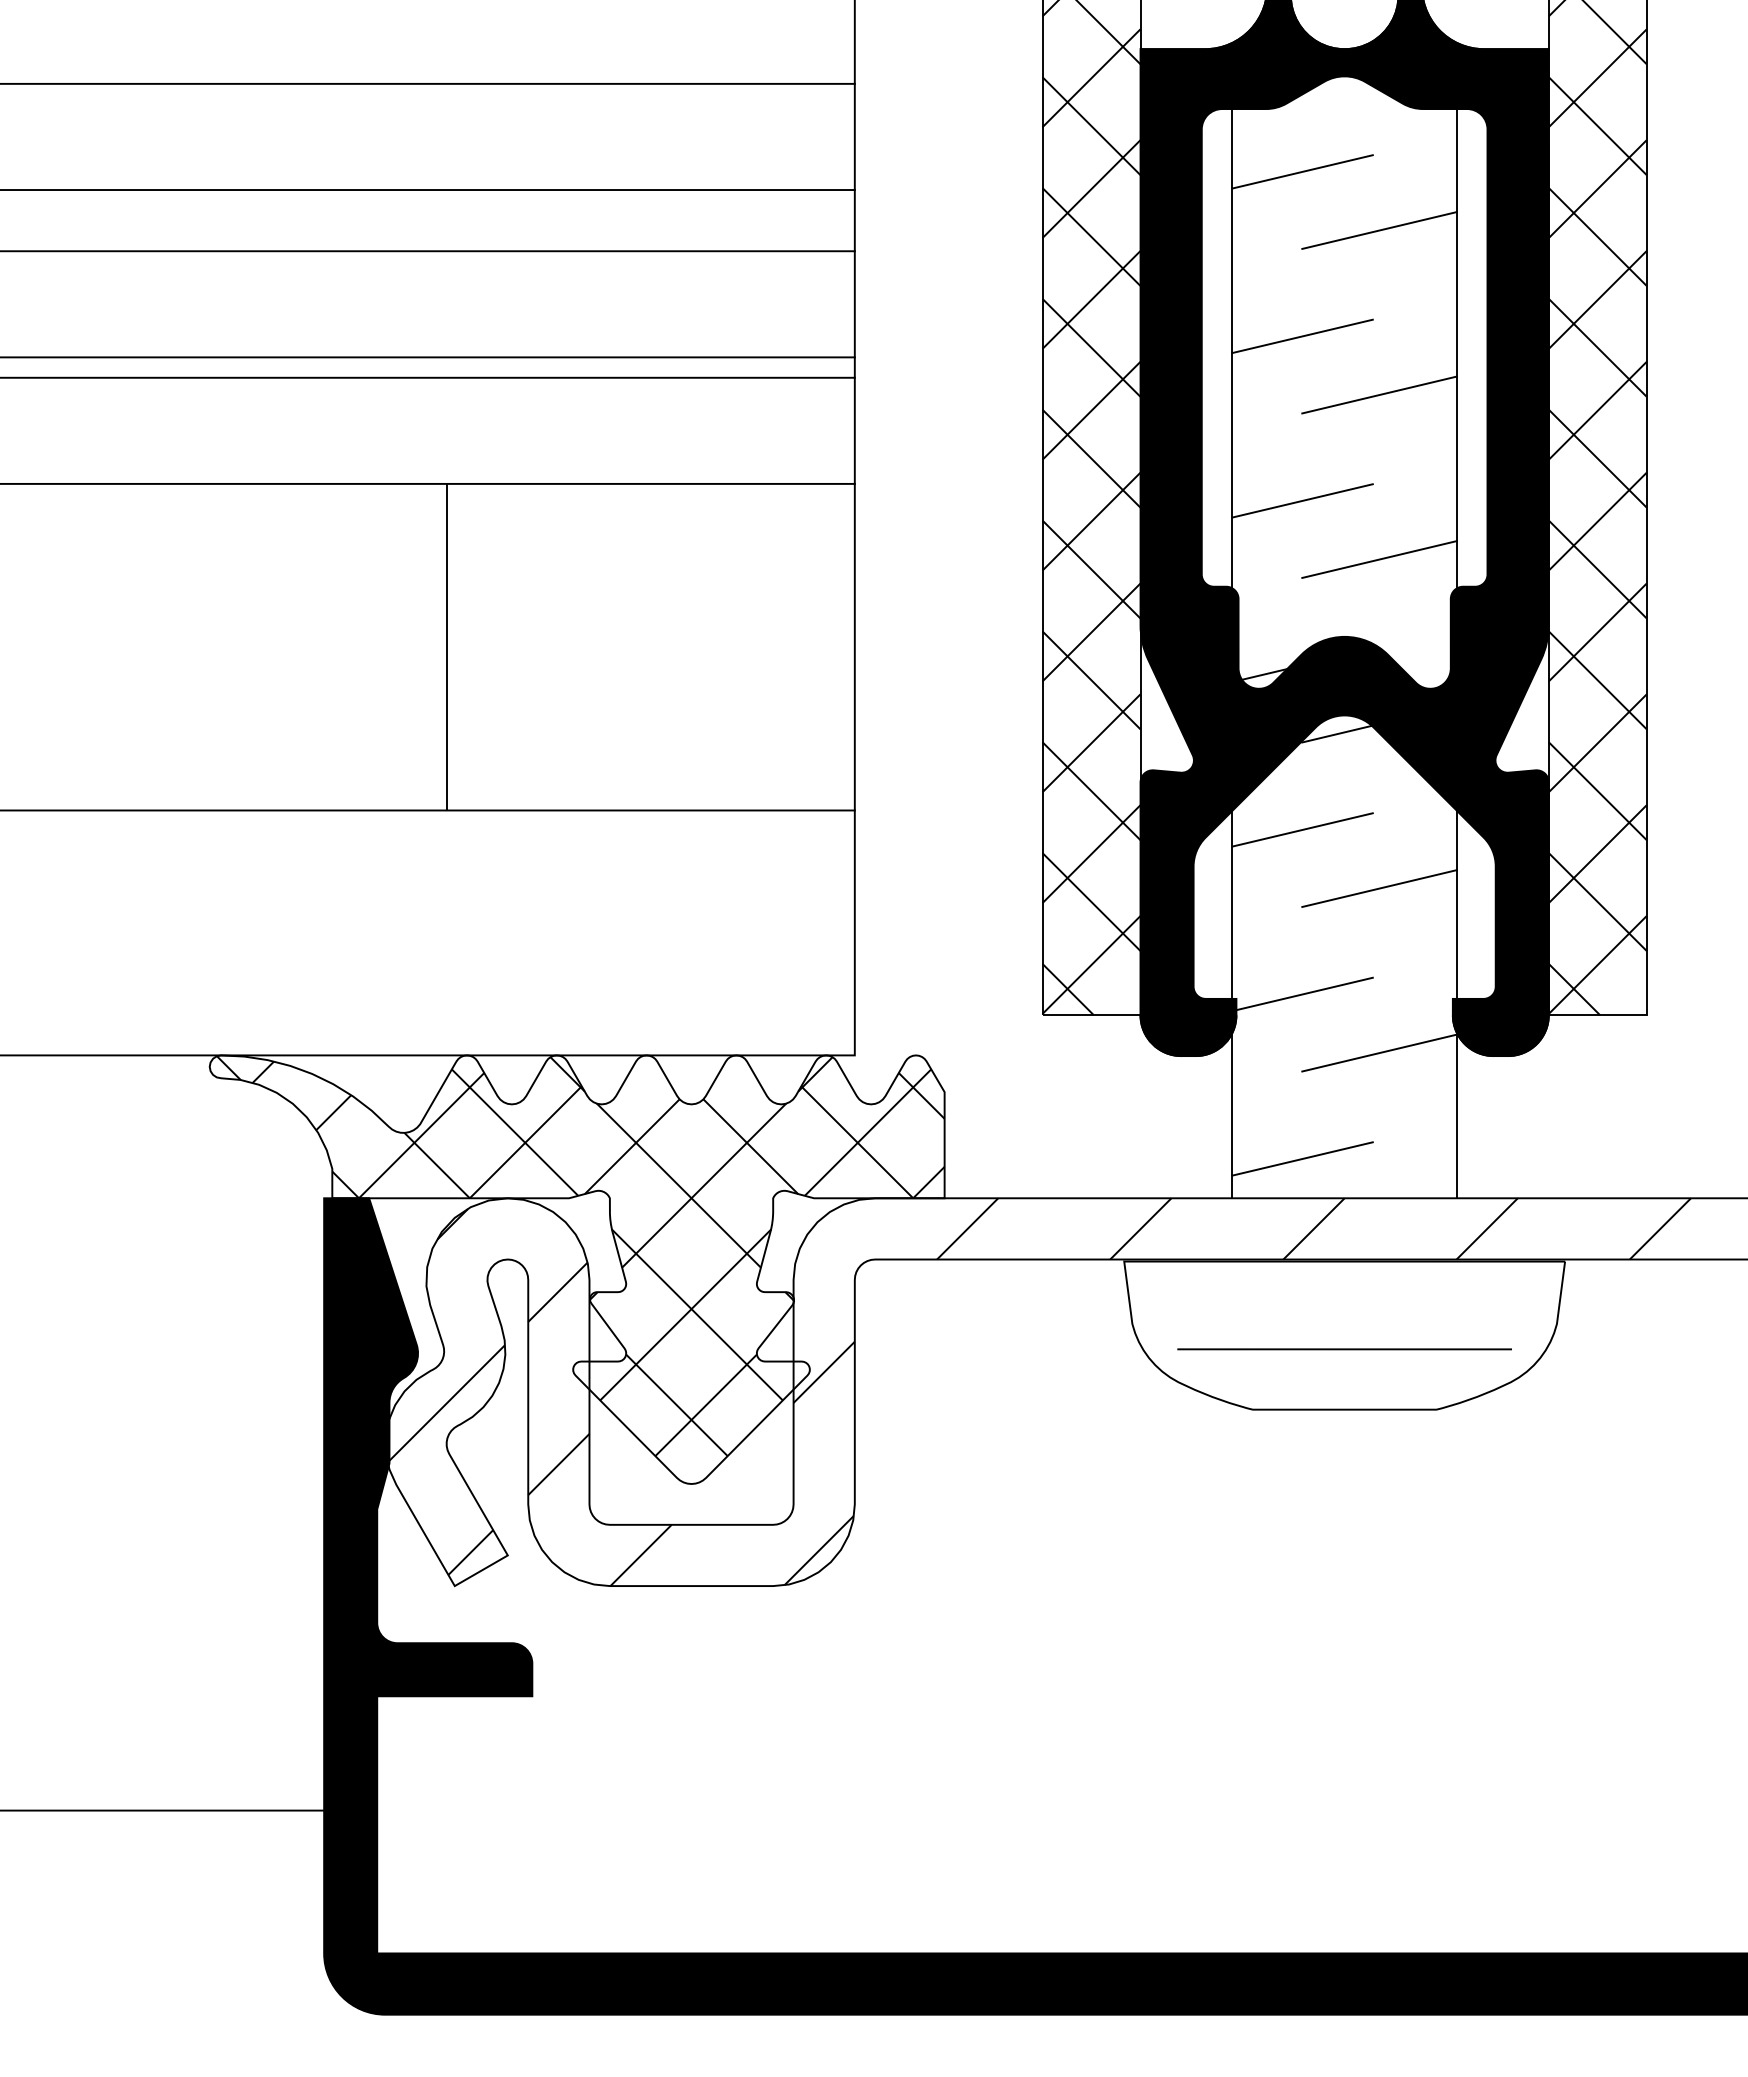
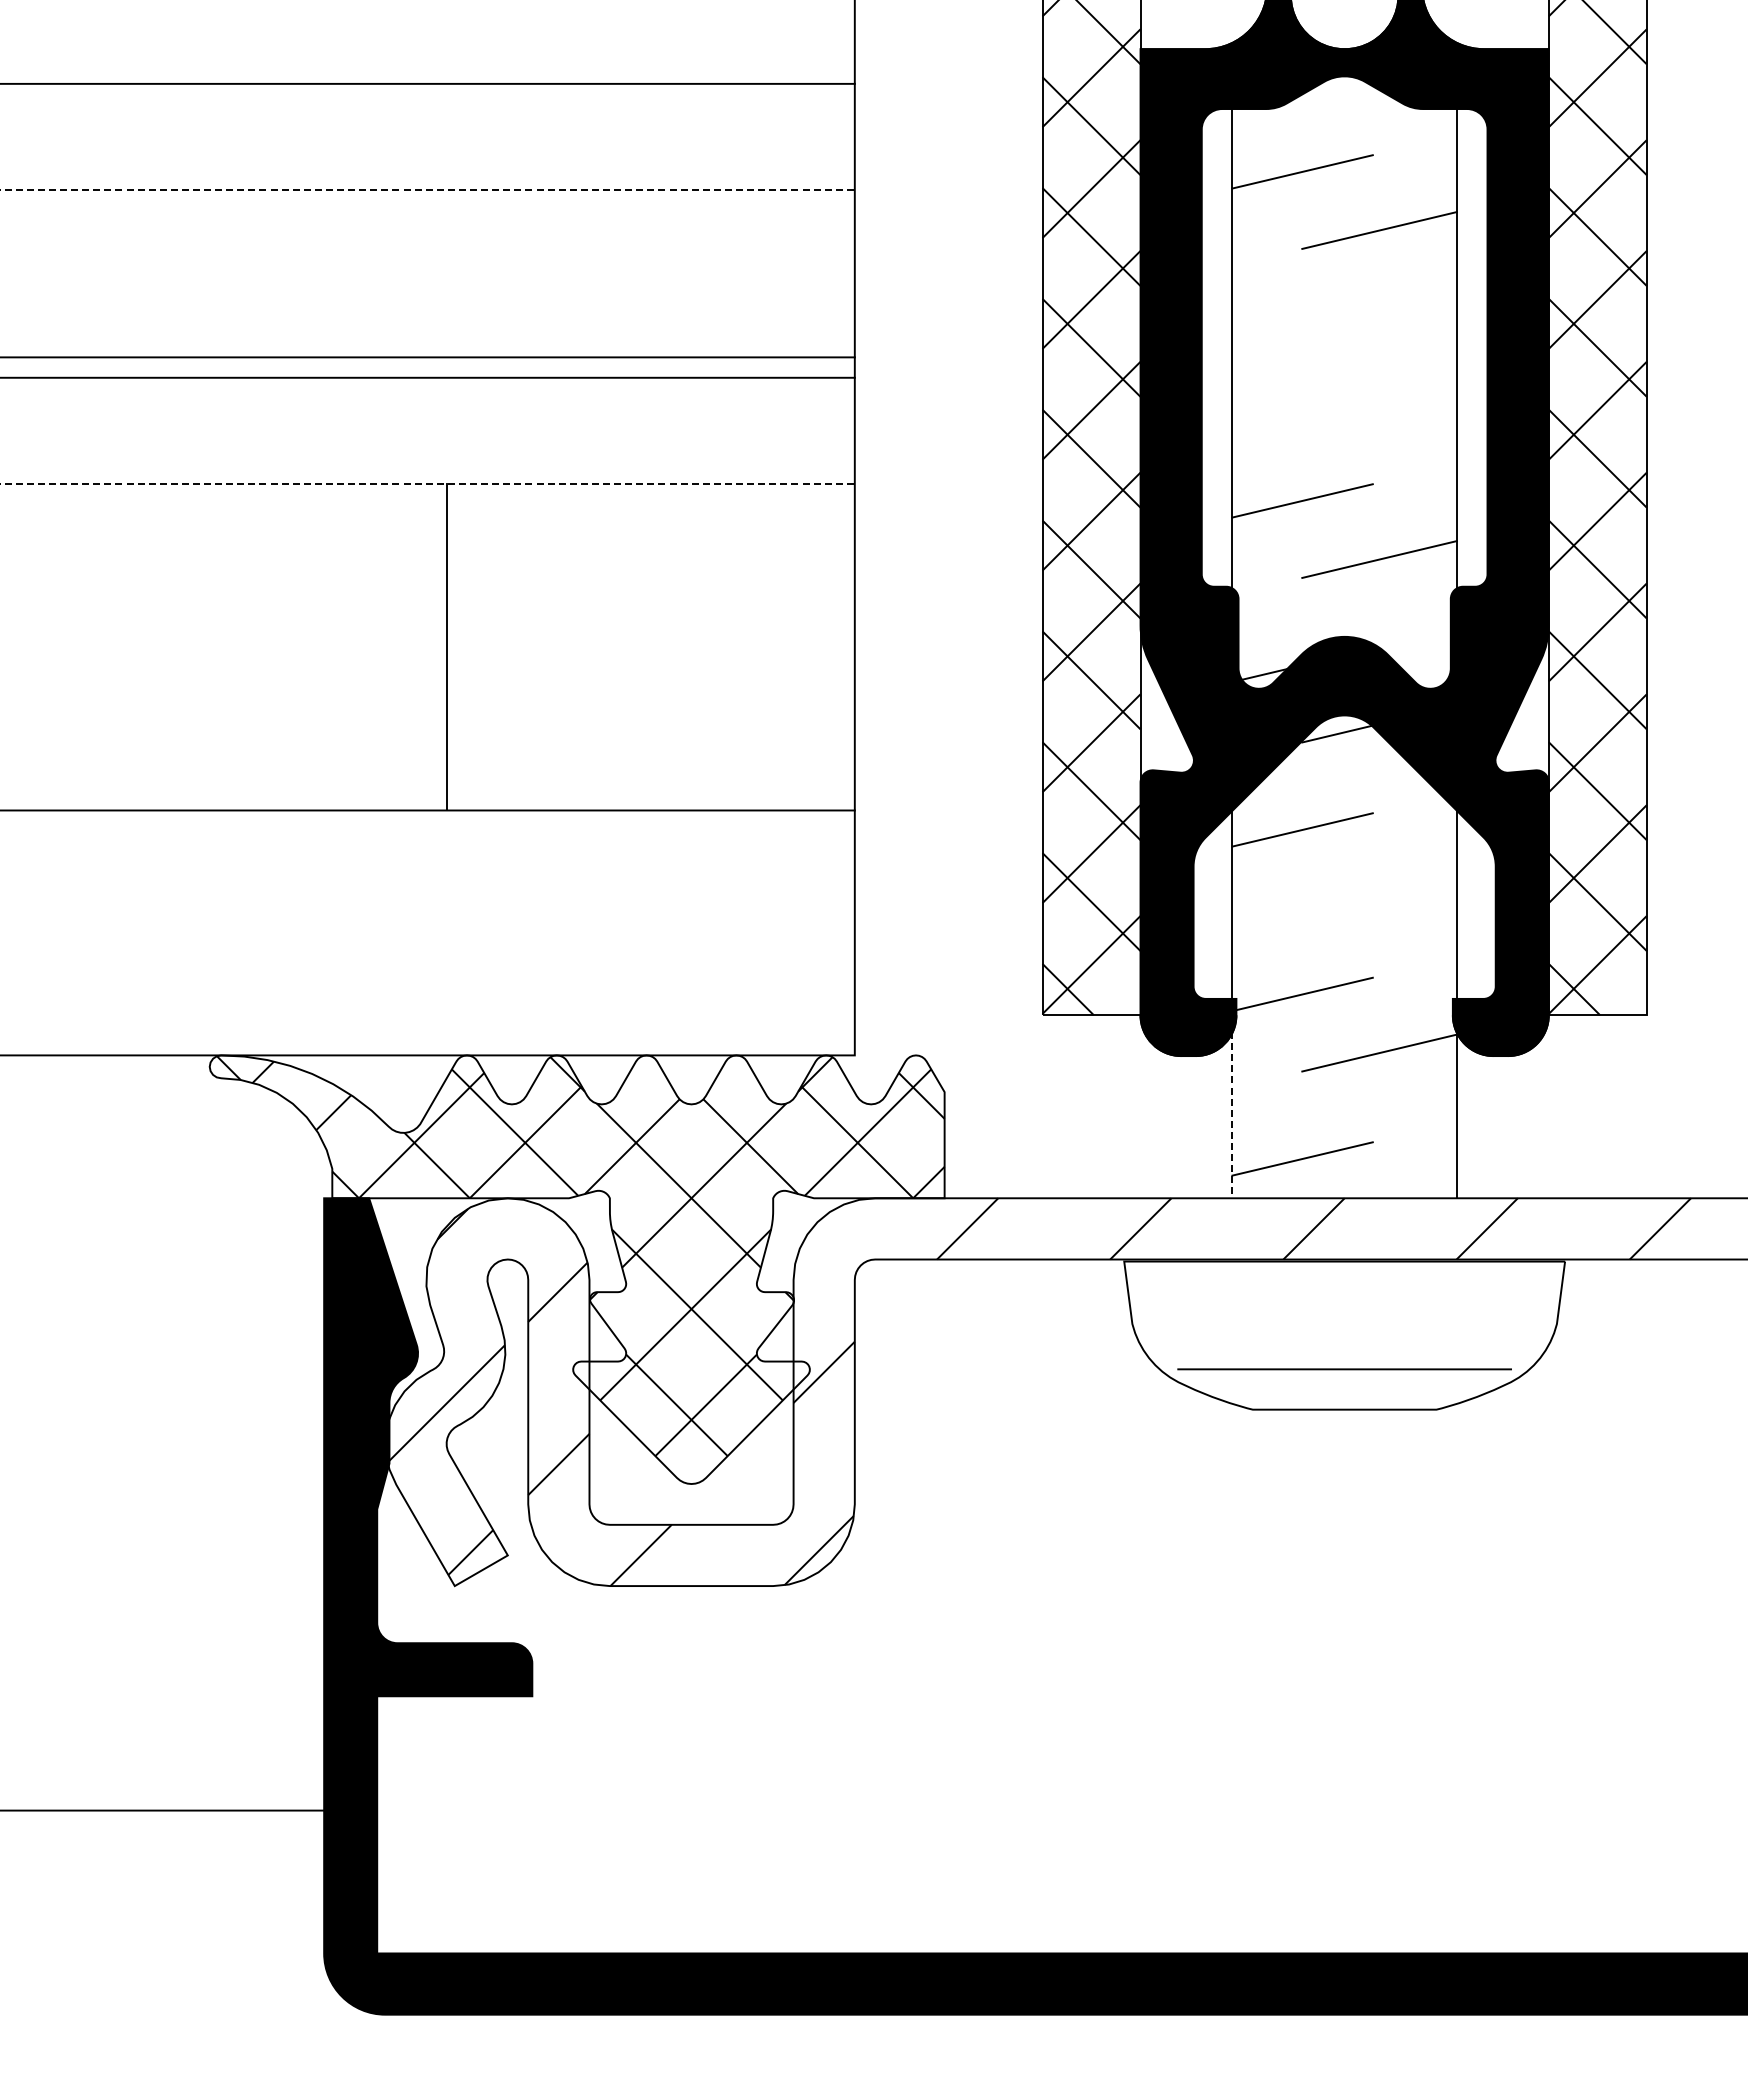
line at (427, 190): solid -> dashed
line at (428, 251): present -> none
line at (1302, 336): present -> none
line at (1379, 394): present -> none
line at (427, 483): solid -> dashed
line at (1379, 888): present -> none
line at (1232, 1115): solid -> dashed
line at (1344, 1349) position: (1344, 1349) -> (1344, 1369)
